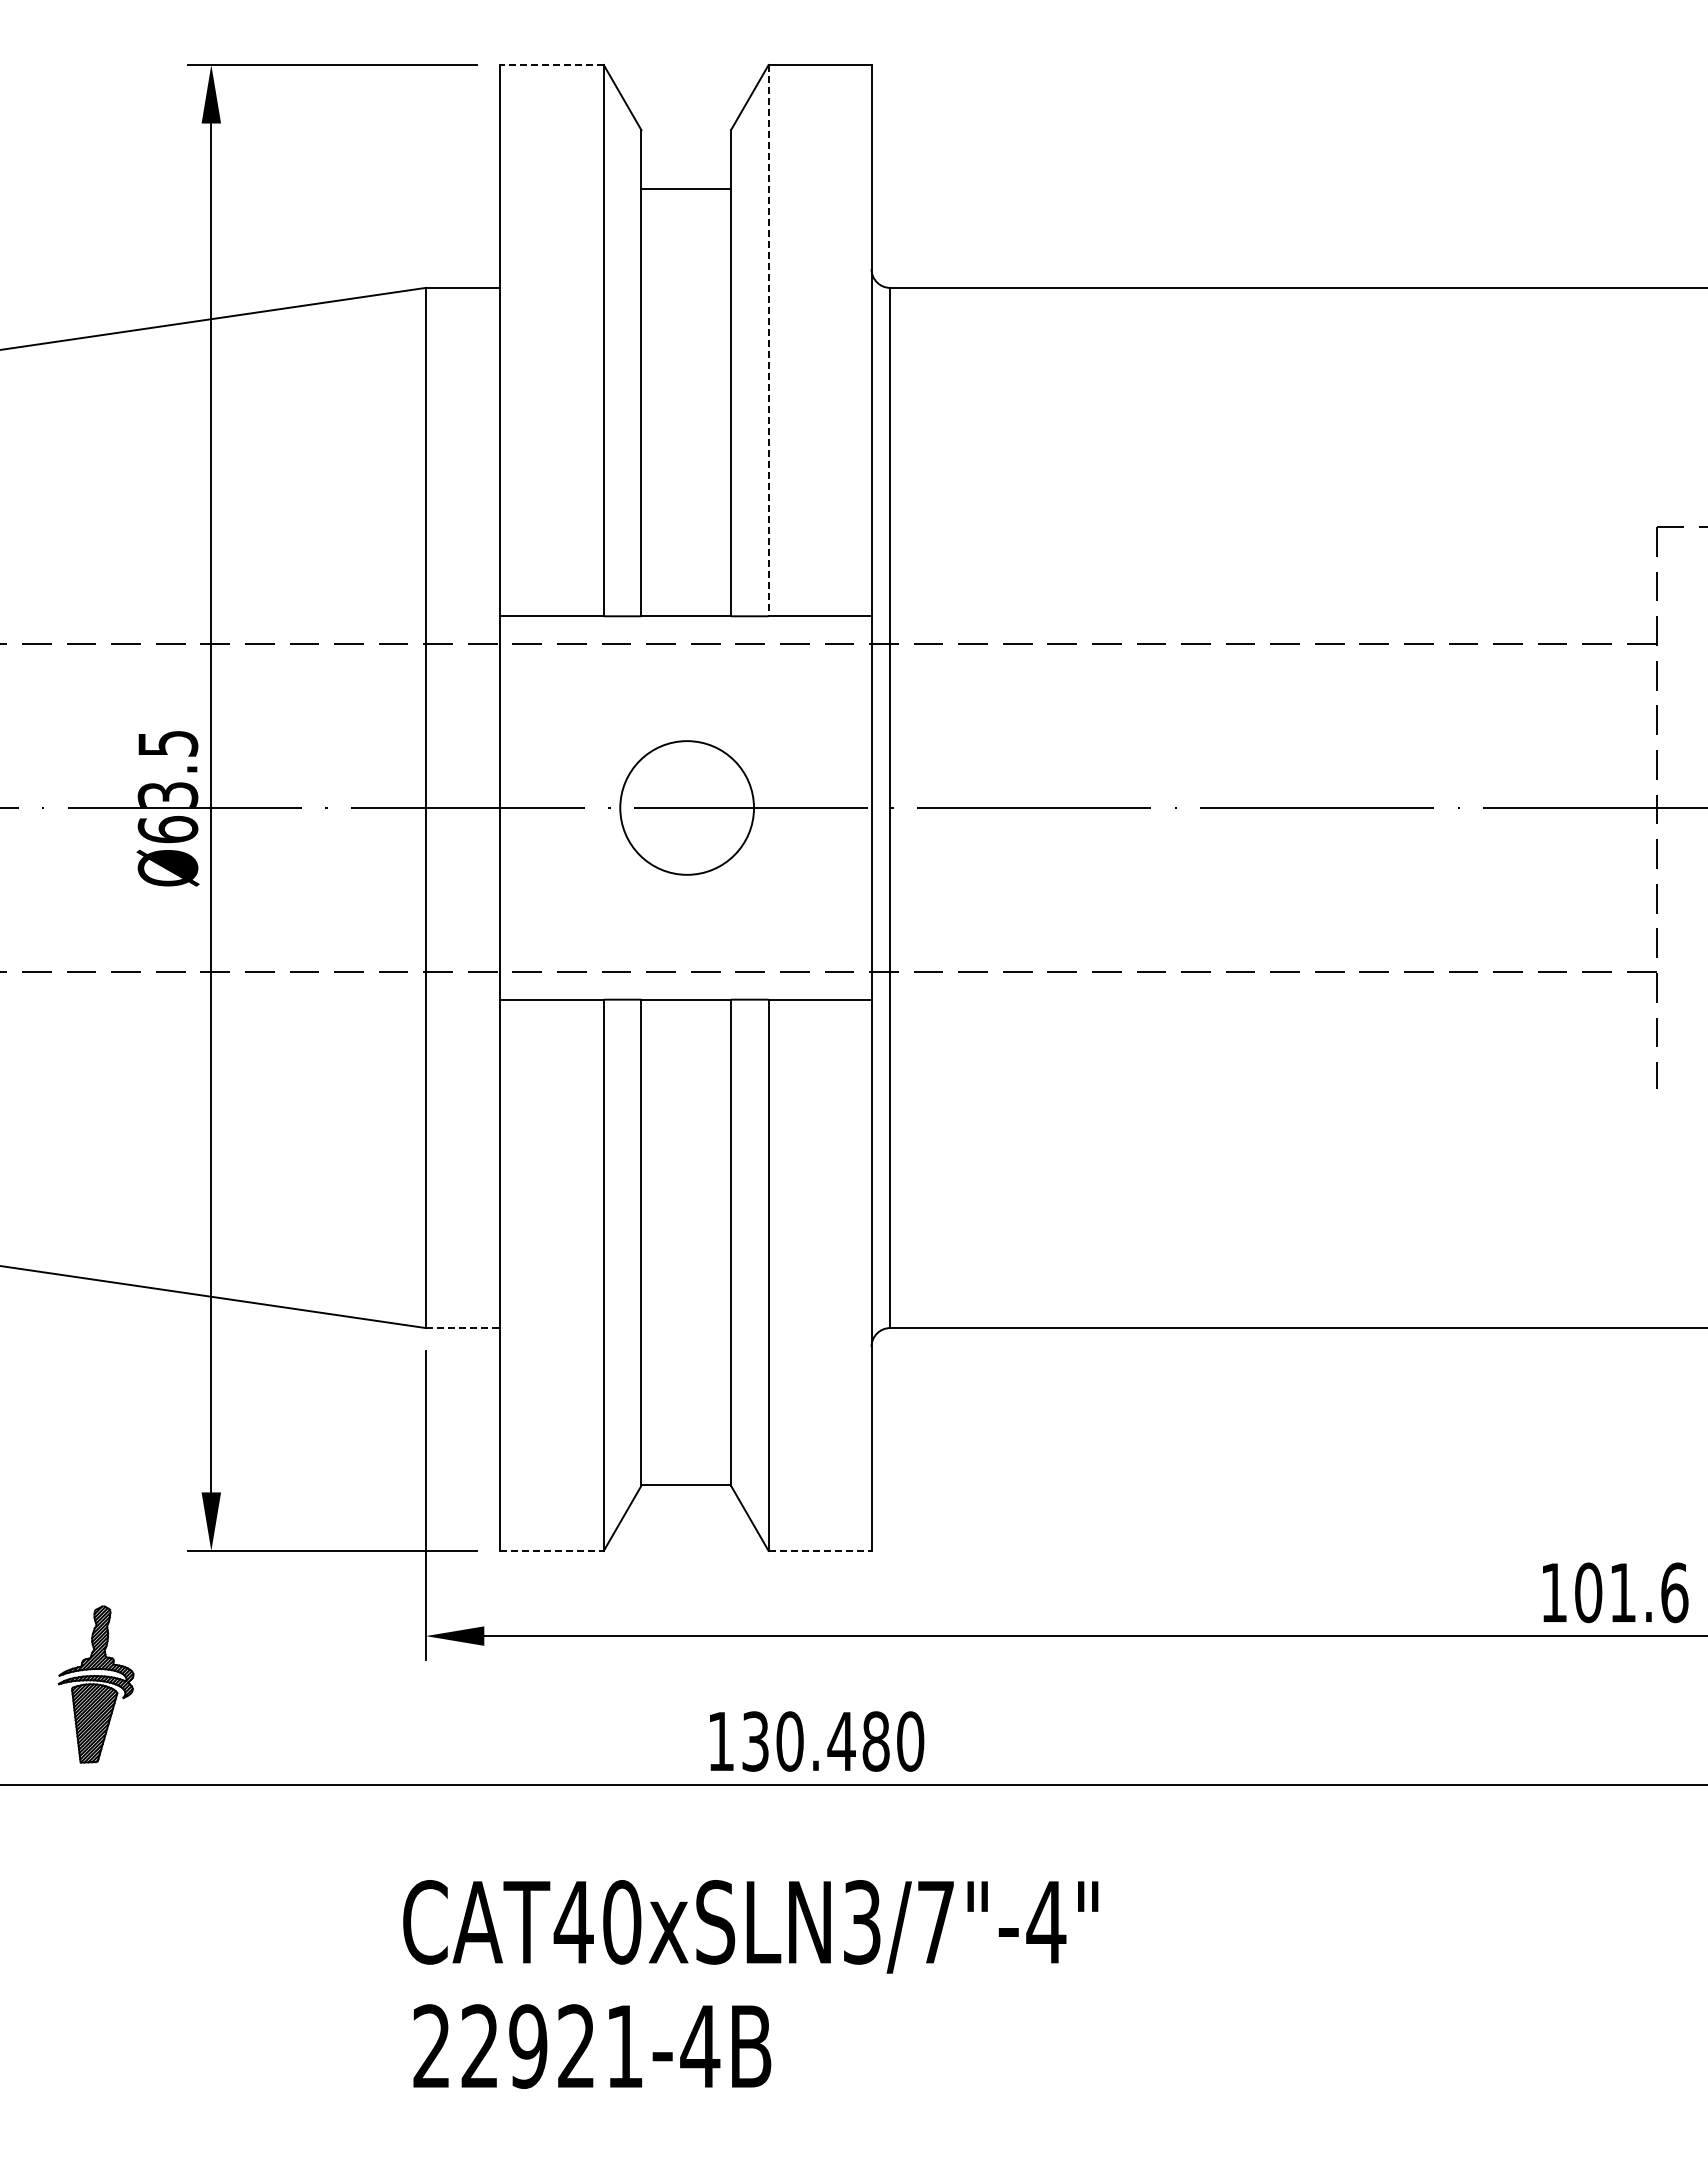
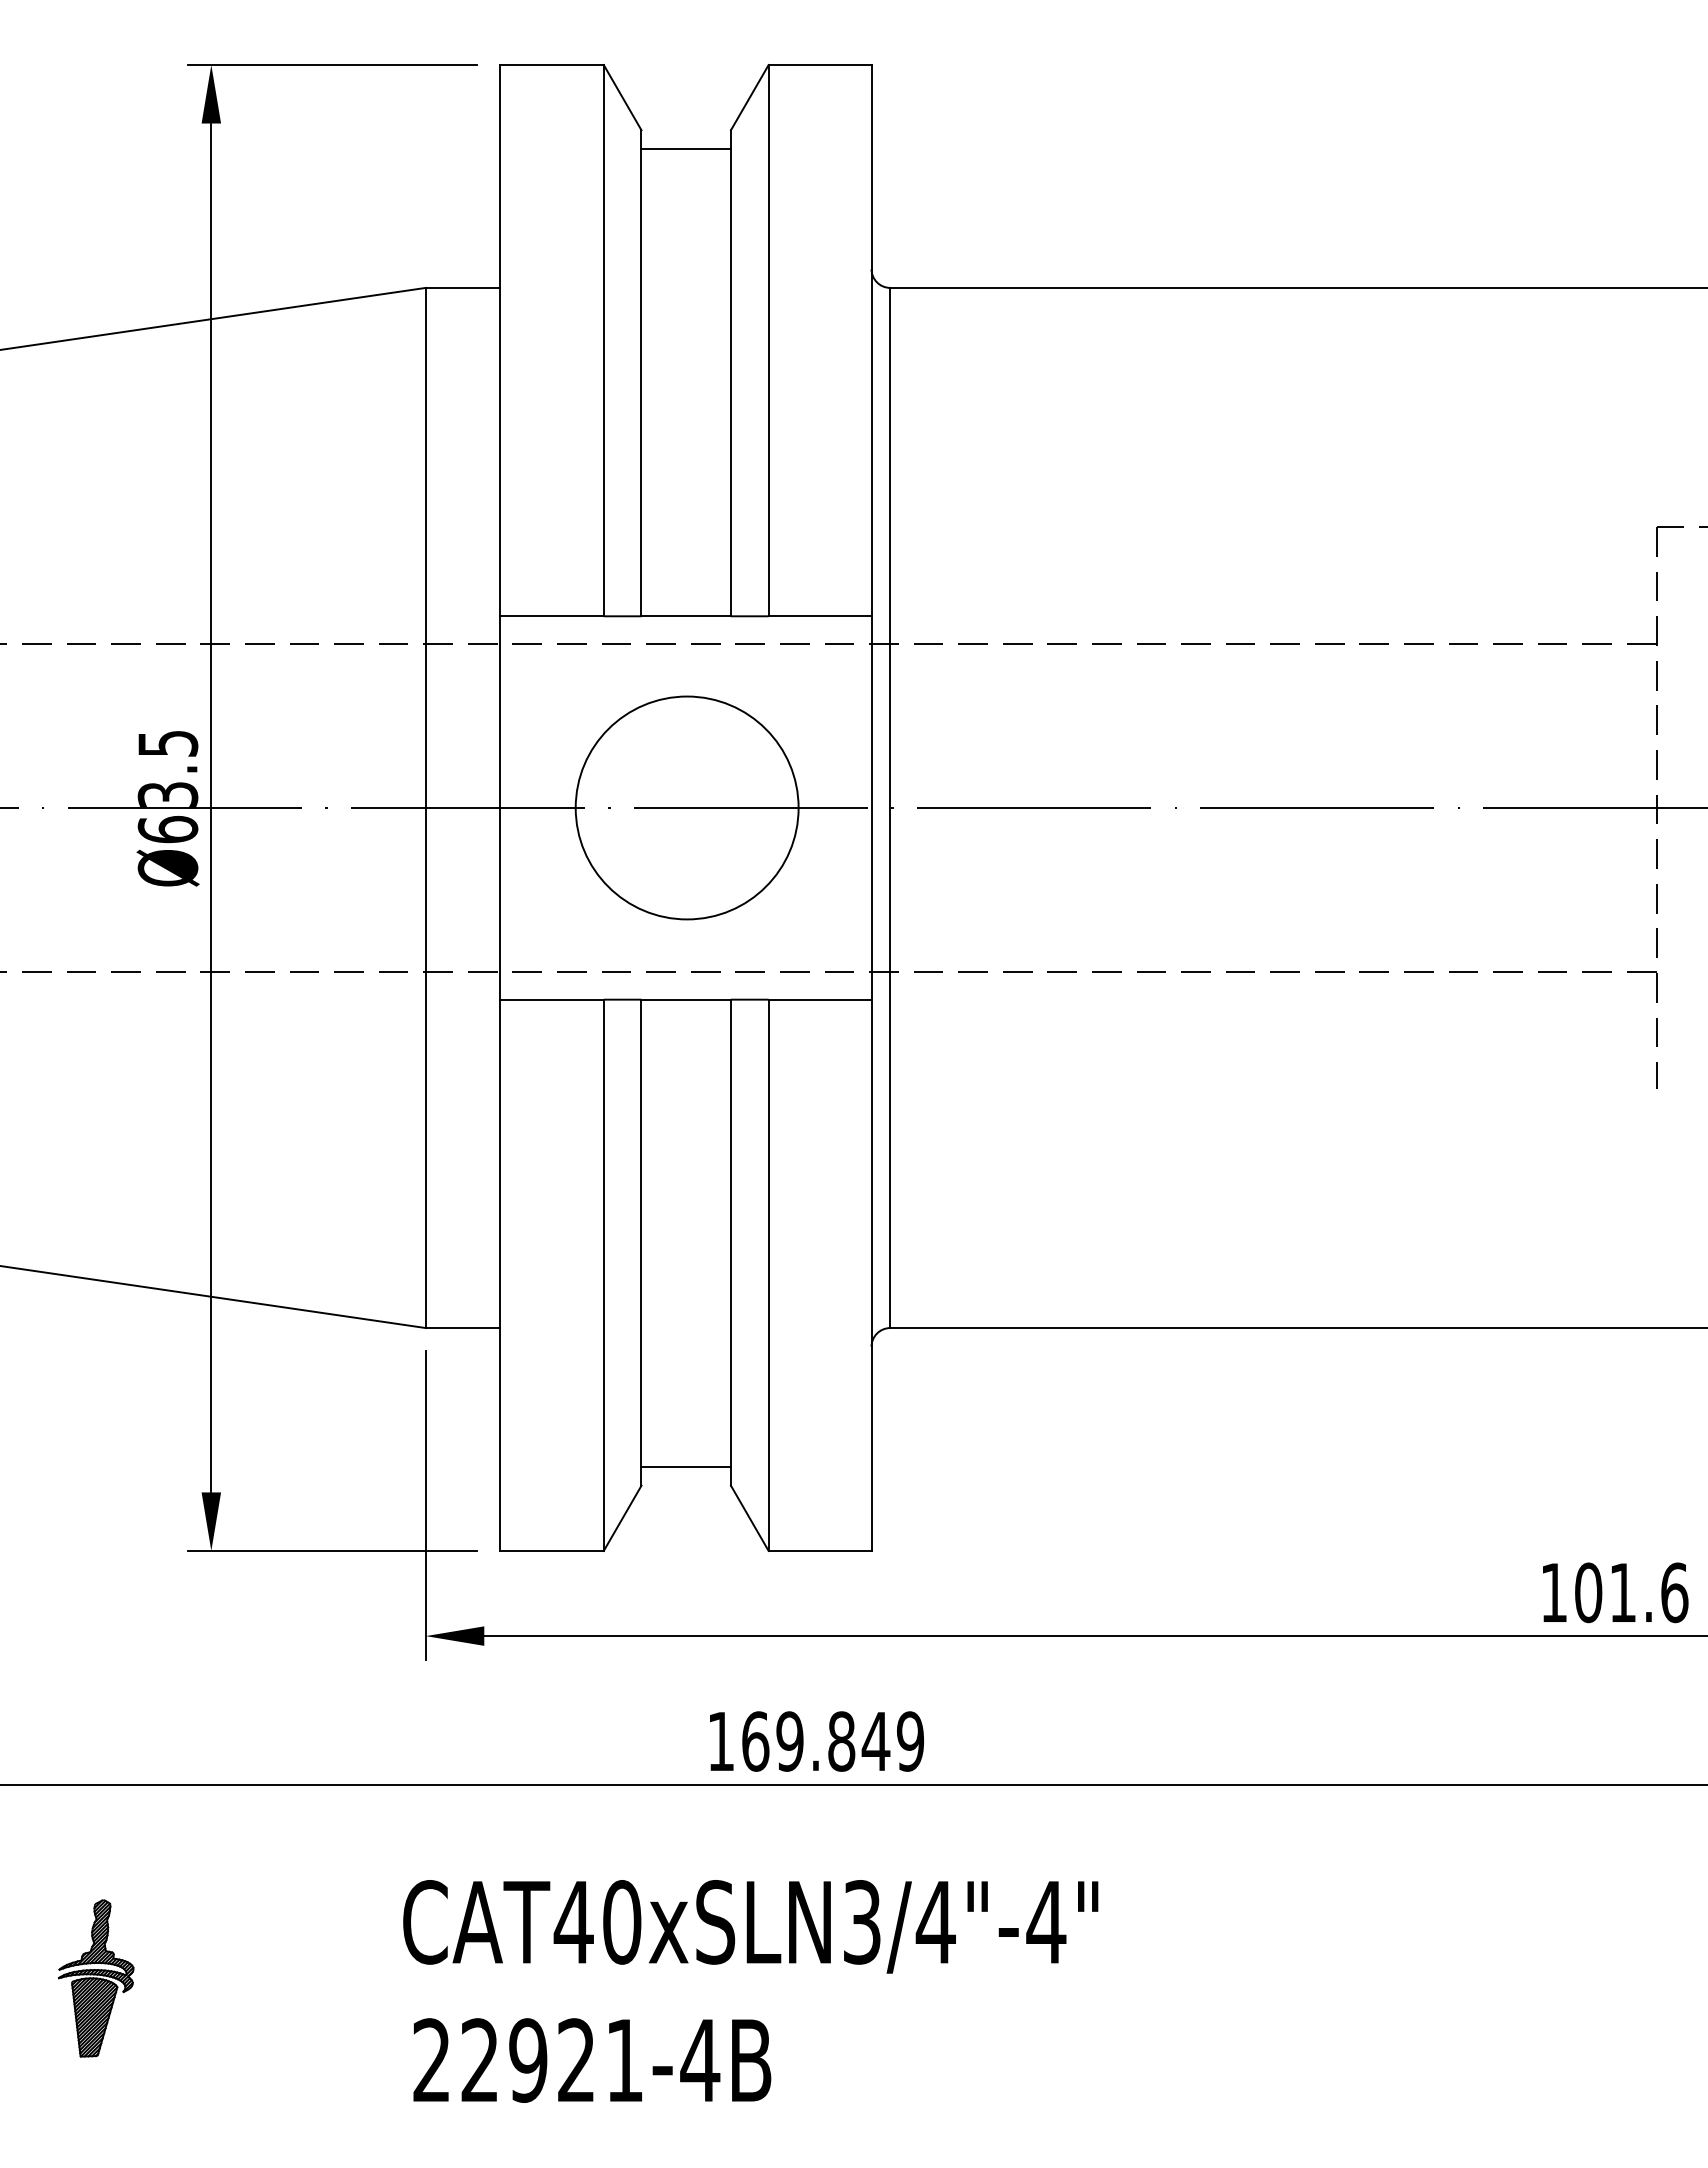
line at (551, 65): dashed -> solid
line at (685, 188) position: (685, 188) -> (685, 148)
line at (768, 340): dashed -> solid
circle at (687, 807) diameter: 134 px -> 223 px
line at (463, 1328): dashed -> solid
line at (685, 1485) position: (685, 1485) -> (685, 1467)
line at (551, 1550): dashed -> solid
line at (820, 1550): dashed -> solid
part at (95, 1684) position: (95, 1684) -> (95, 1978)
text at (833, 1741): 130.480 -> 169.849
text at (935, 1922): CAT40xSLN3/7"-4" -> CAT40xSLN3/4"-4"
text at (592, 2046) position: (592, 2046) -> (592, 2060)
